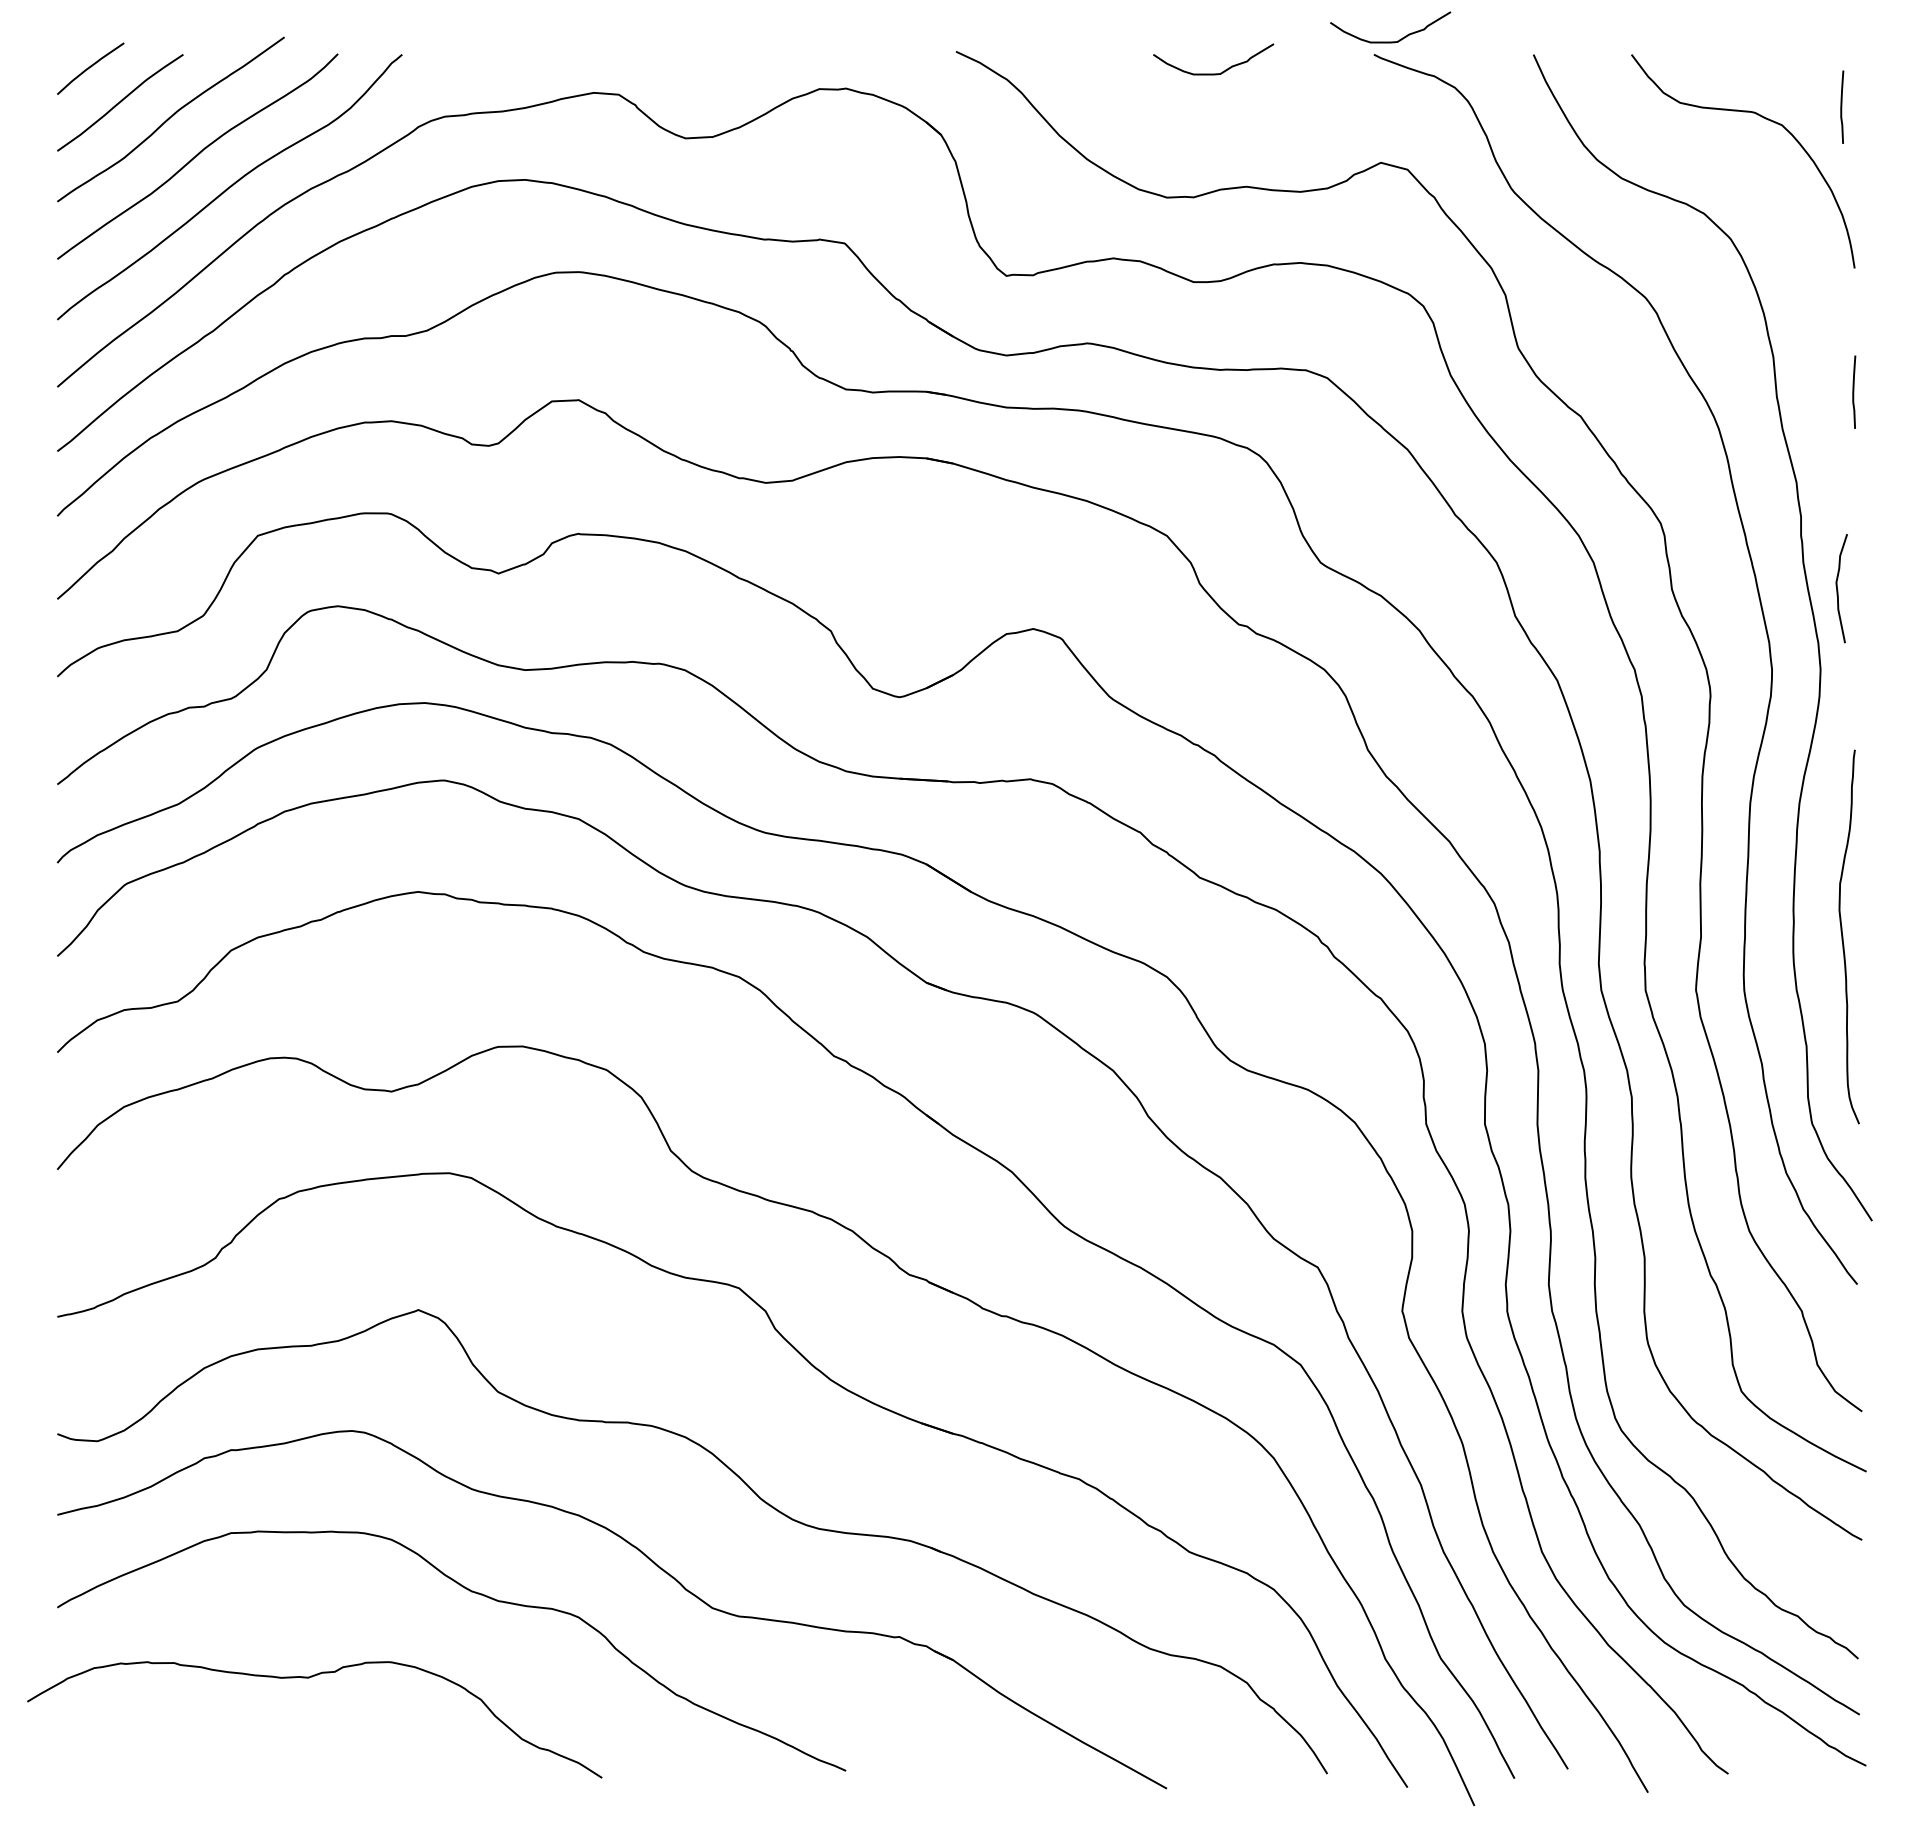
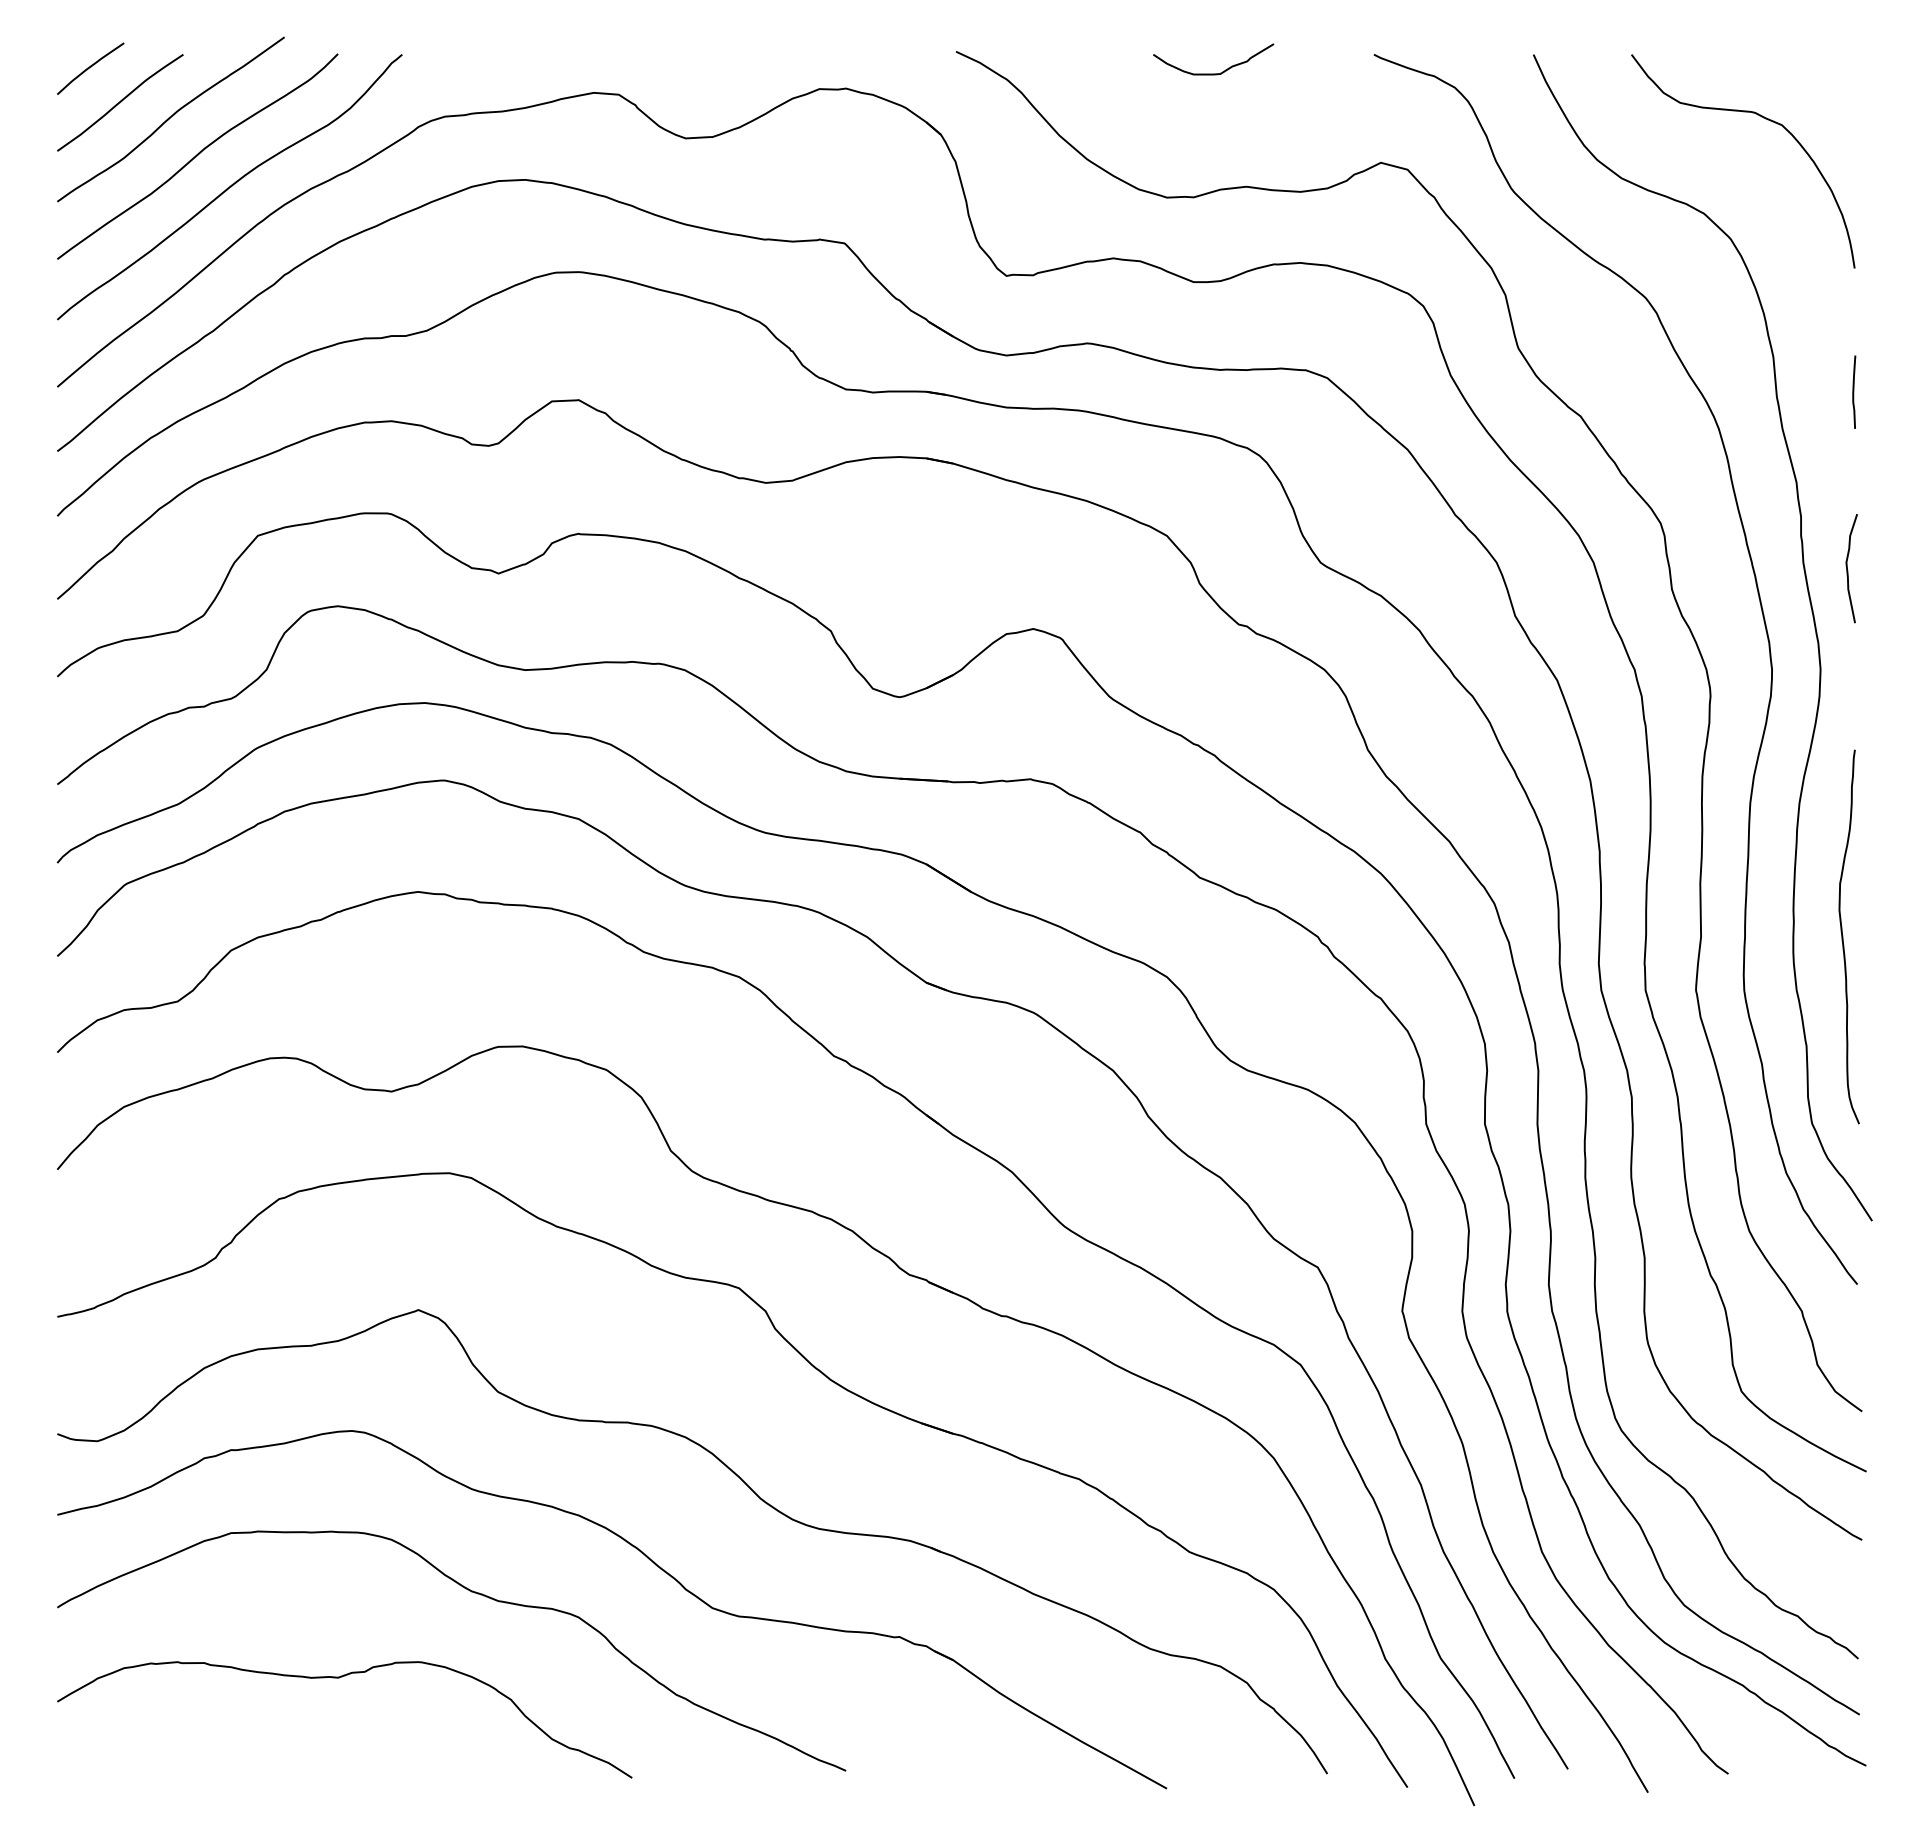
curve at (1390, 41): present -> none
curve at (1842, 106): present -> none
curve at (1838, 590) position: (1838, 590) -> (1848, 570)
curve at (309, 1678) position: (309, 1678) -> (339, 1678)
